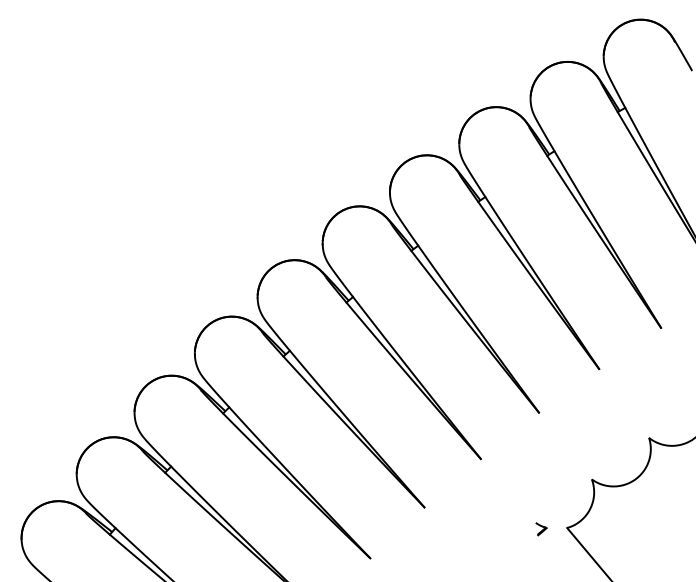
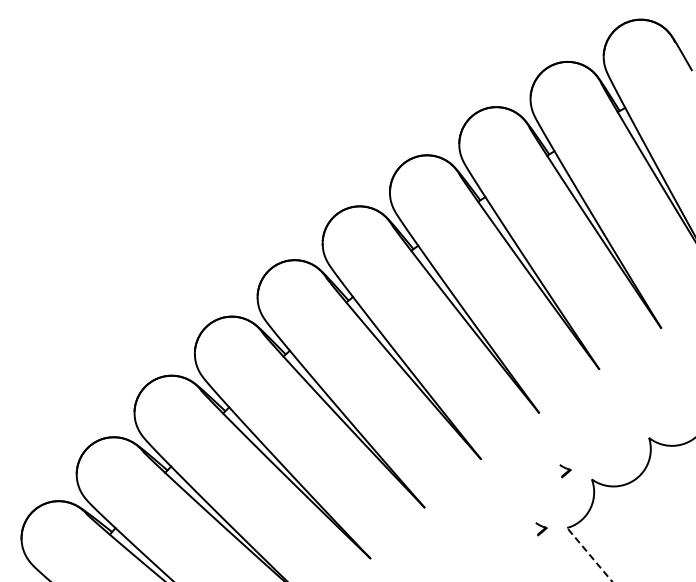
part at (565, 471): none -> present
line at (589, 554): solid -> dashed
